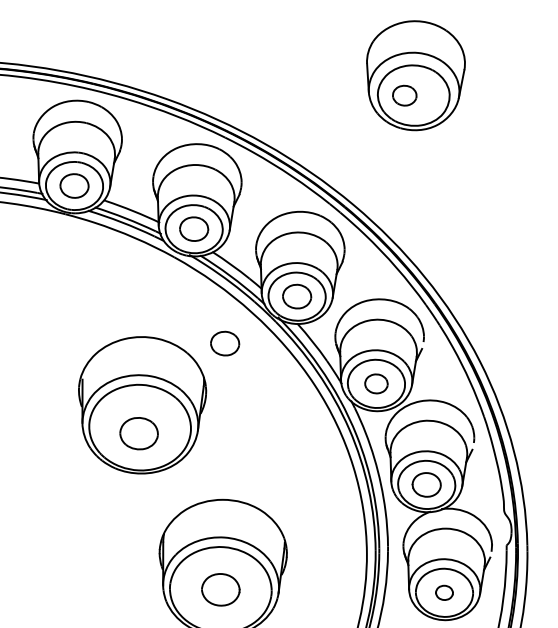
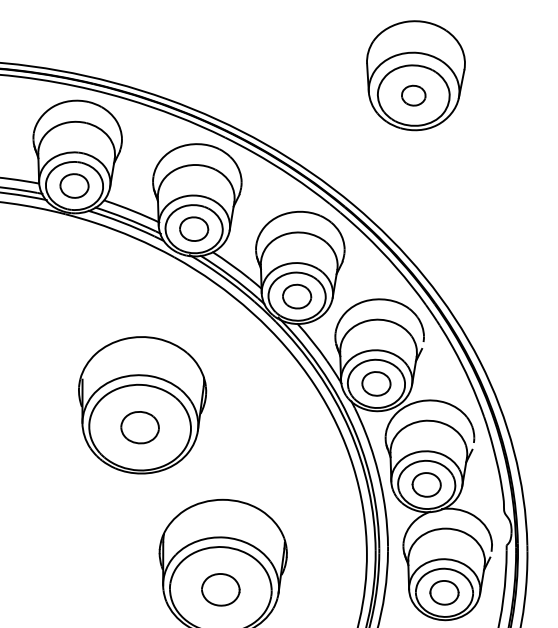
part at (404, 95) position: (404, 95) -> (413, 95)
part at (225, 343): present -> none
part at (376, 383) size: 25x22 px -> 31x26 px
part at (138, 433) position: (138, 433) -> (139, 427)
part at (444, 592) size: 19x17 px -> 31x26 px
